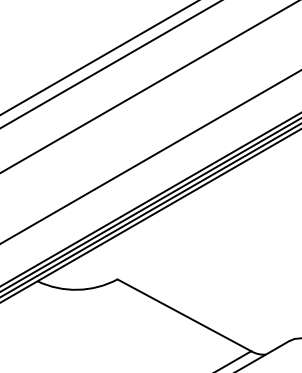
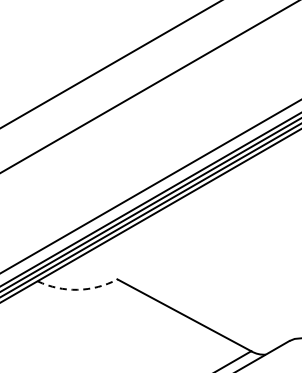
line at (98, 57): present -> none
line at (150, 156) position: (150, 156) -> (150, 186)
arc at (77, 289): solid -> dashed
